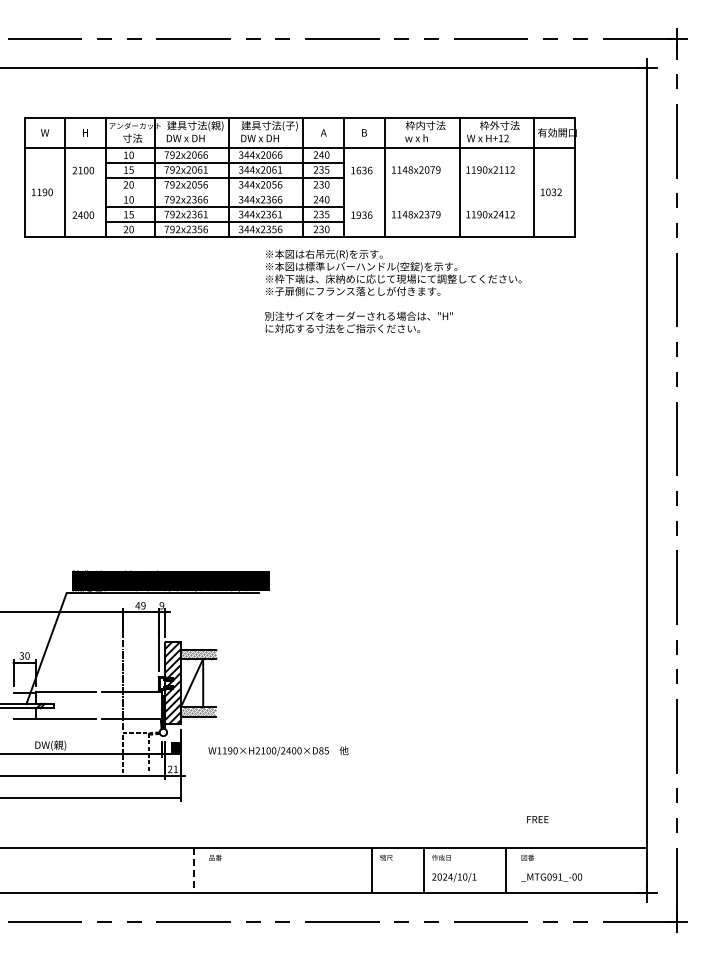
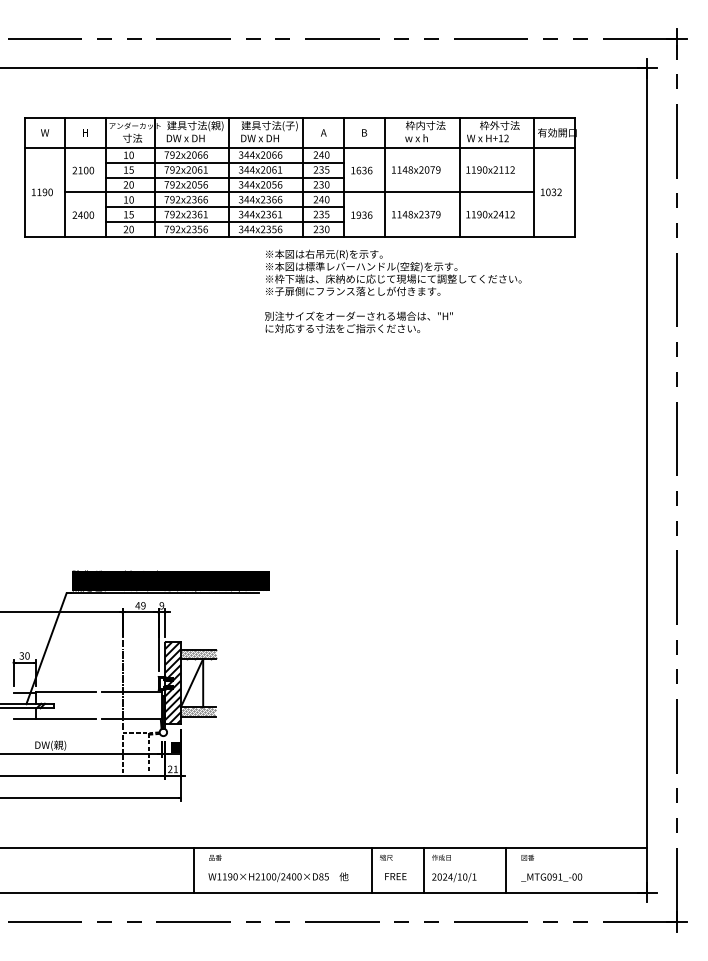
line at (299, 192): none -> present
text at (278, 750) position: (278, 750) -> (278, 876)
text at (537, 819) position: (537, 819) -> (395, 876)
line at (193, 870): dashed -> solid
